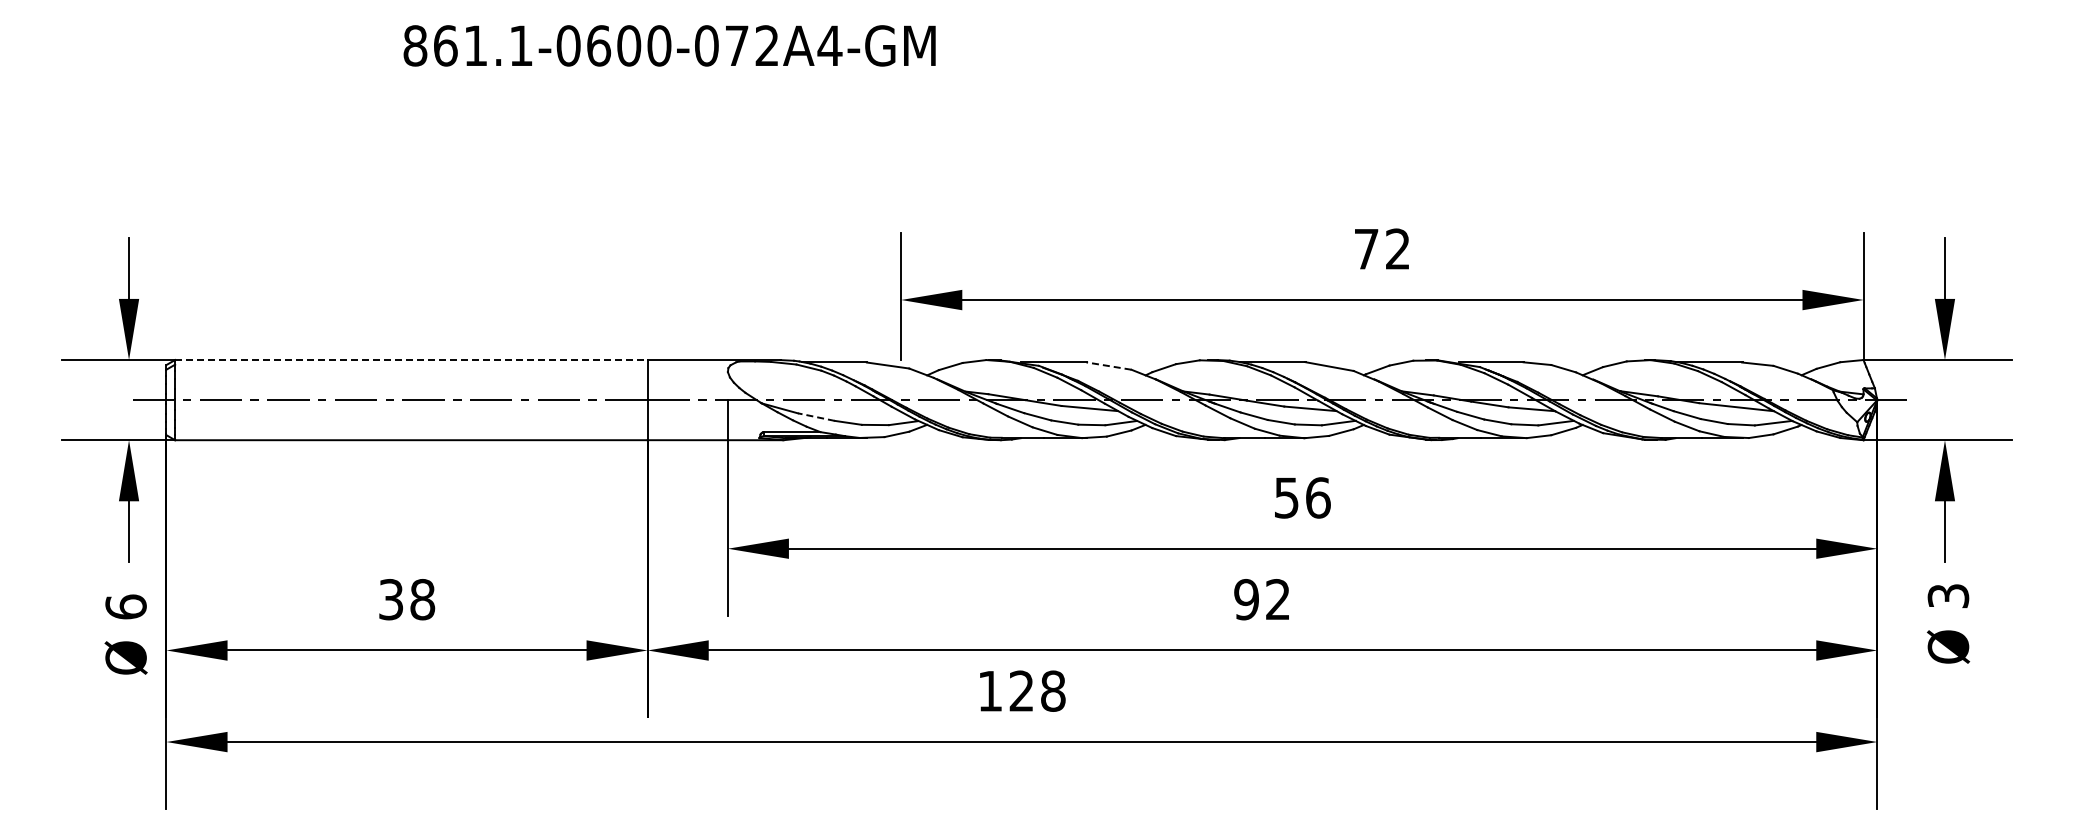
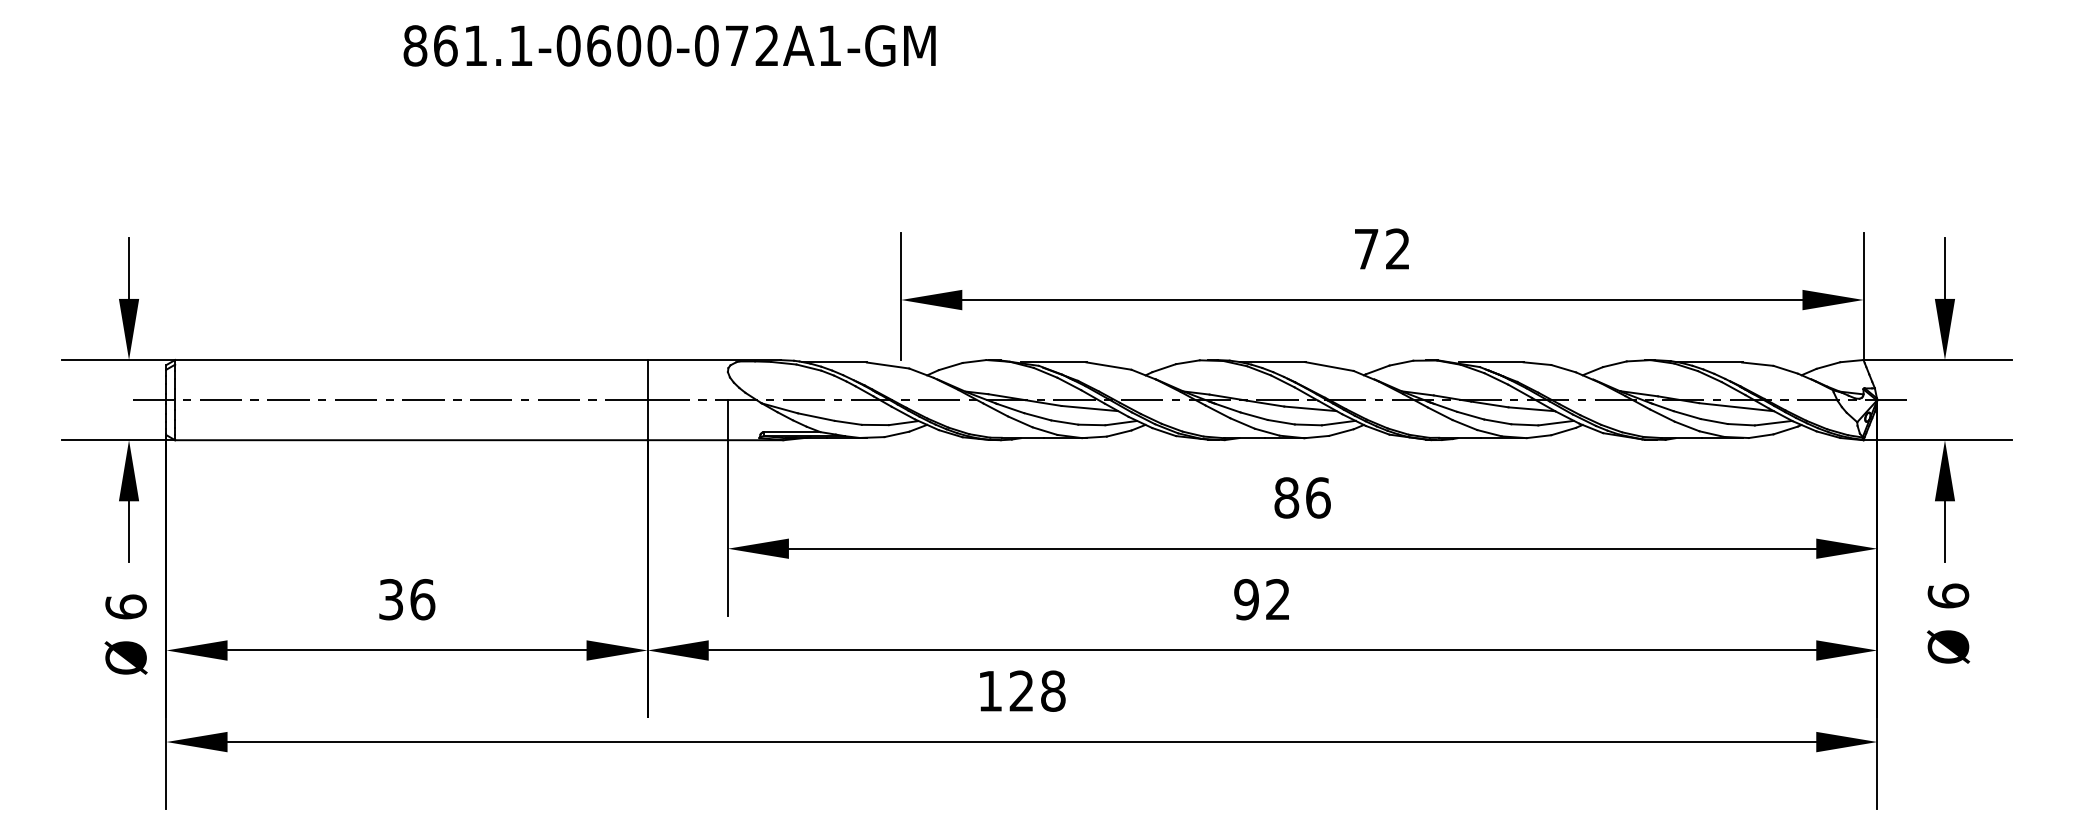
text at (829, 45): 861.1-0600-072A4-GM -> 861.1-0600-072A1-GM
line at (411, 360): dashed -> solid
line at (1108, 366): dashed -> solid
line at (816, 417): dashed -> solid
text at (1286, 497): 56 -> 86
text at (1948, 595): 3 -> 6
text at (422, 599): 38 -> 36
